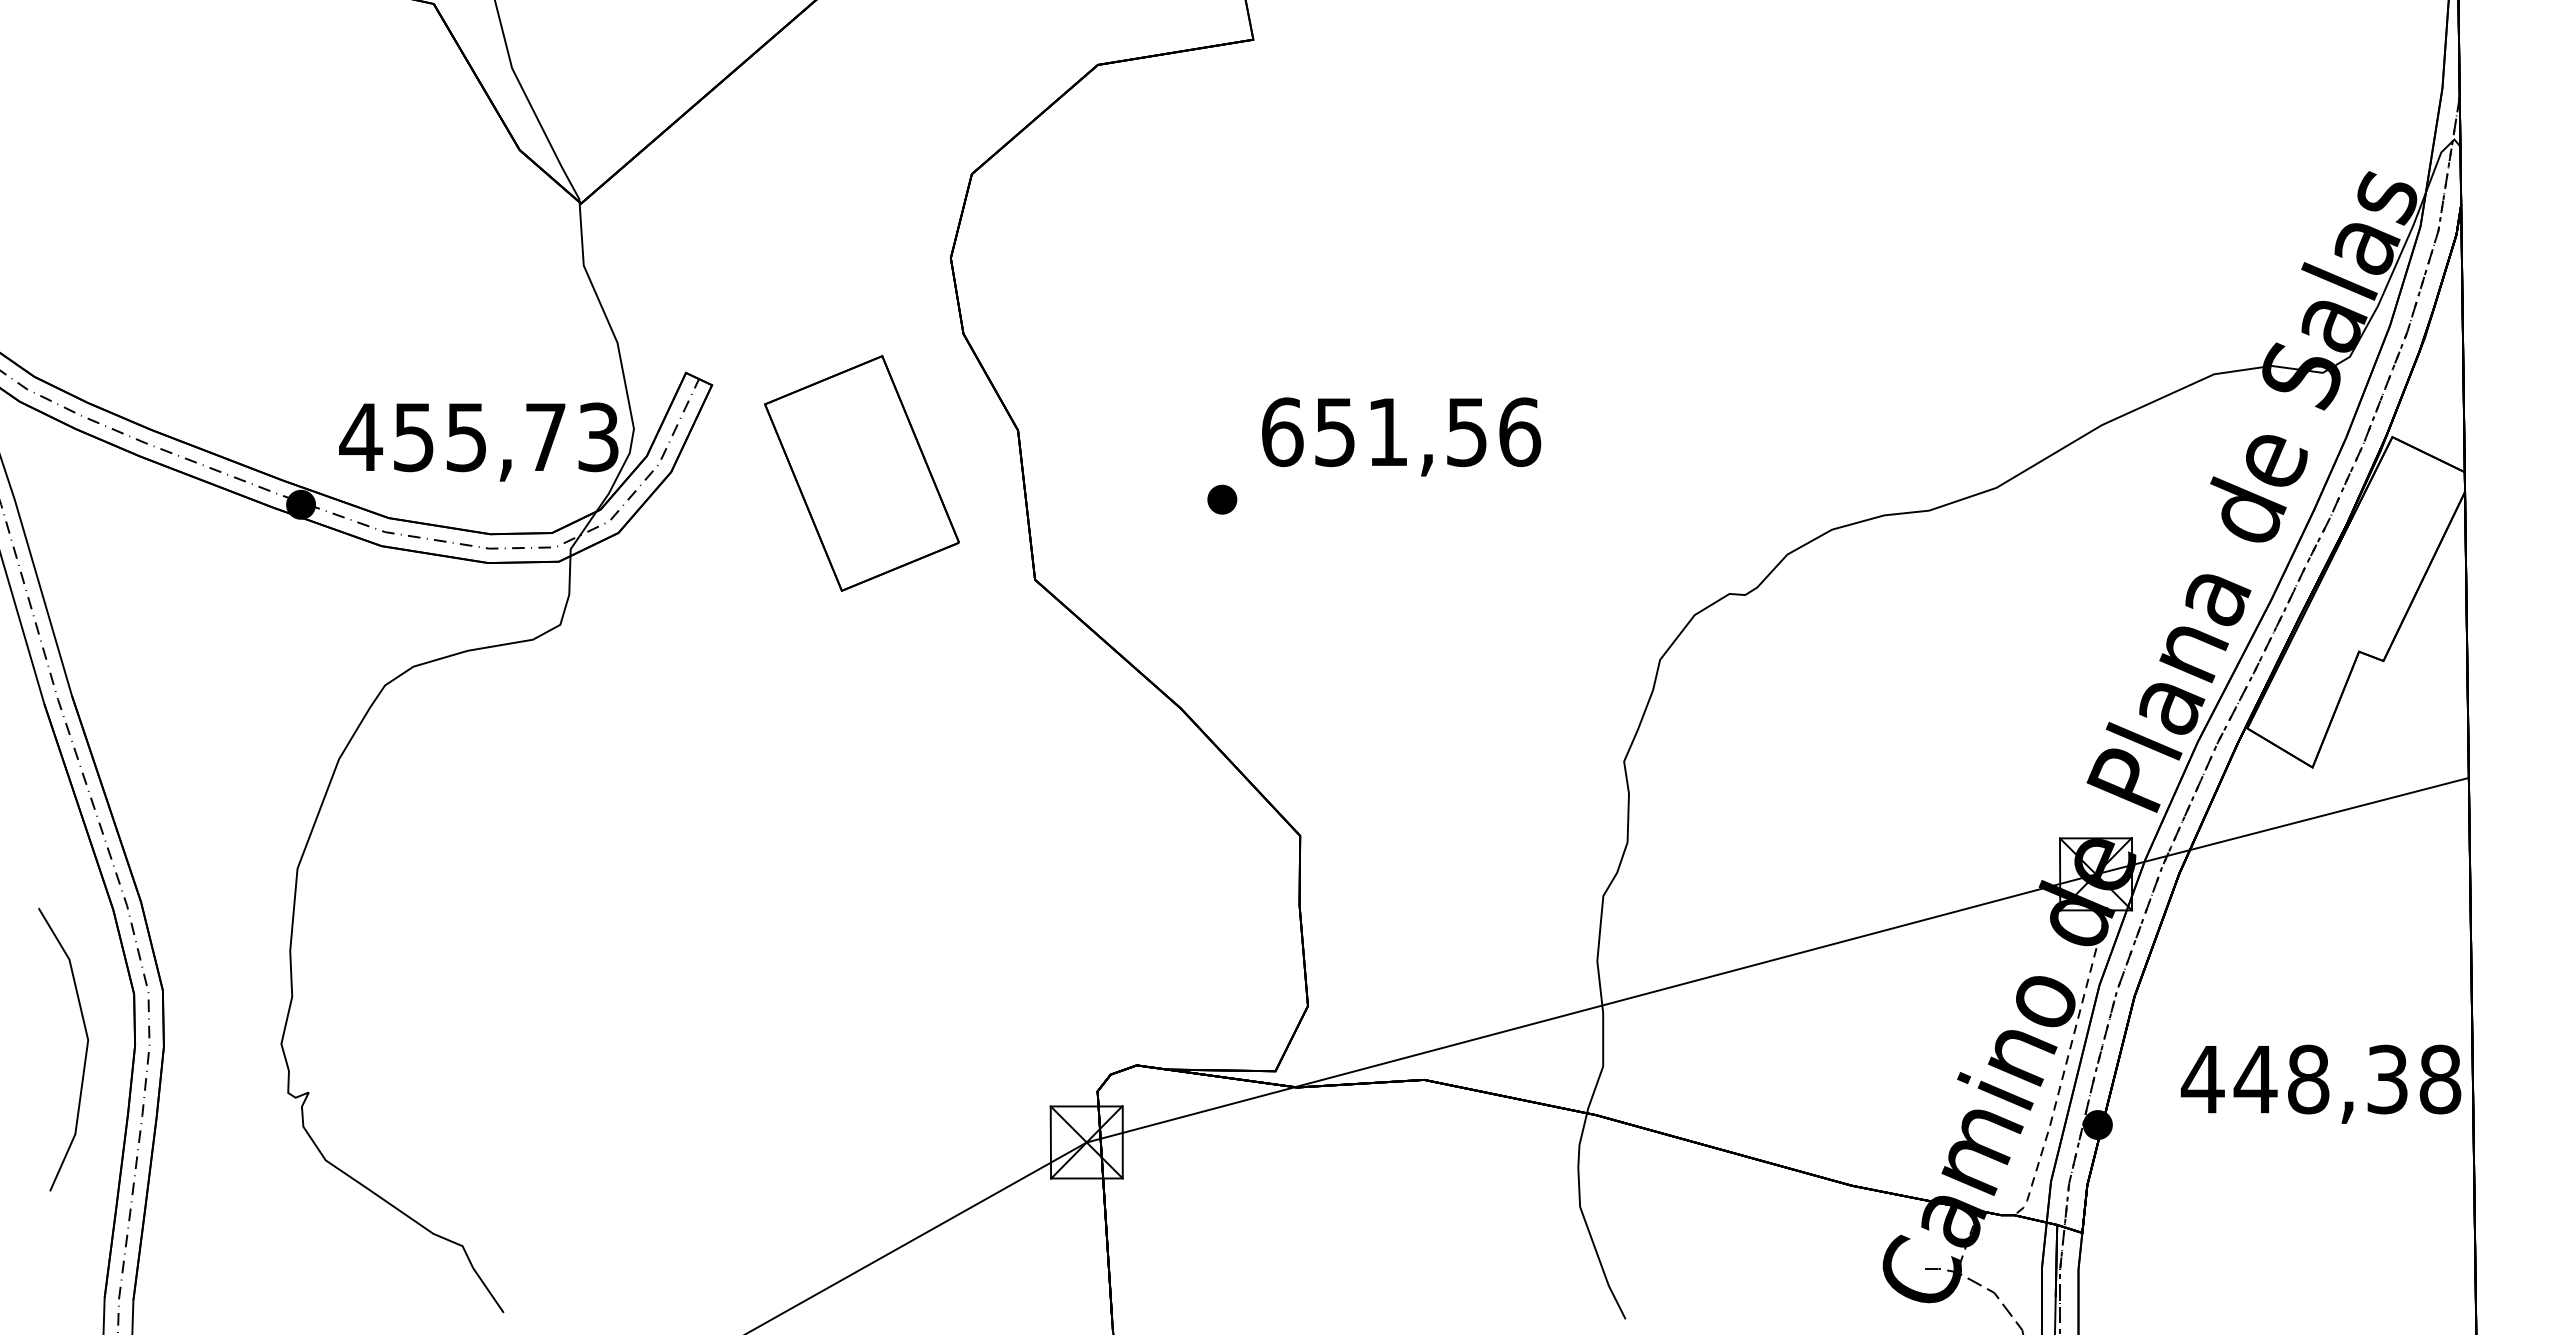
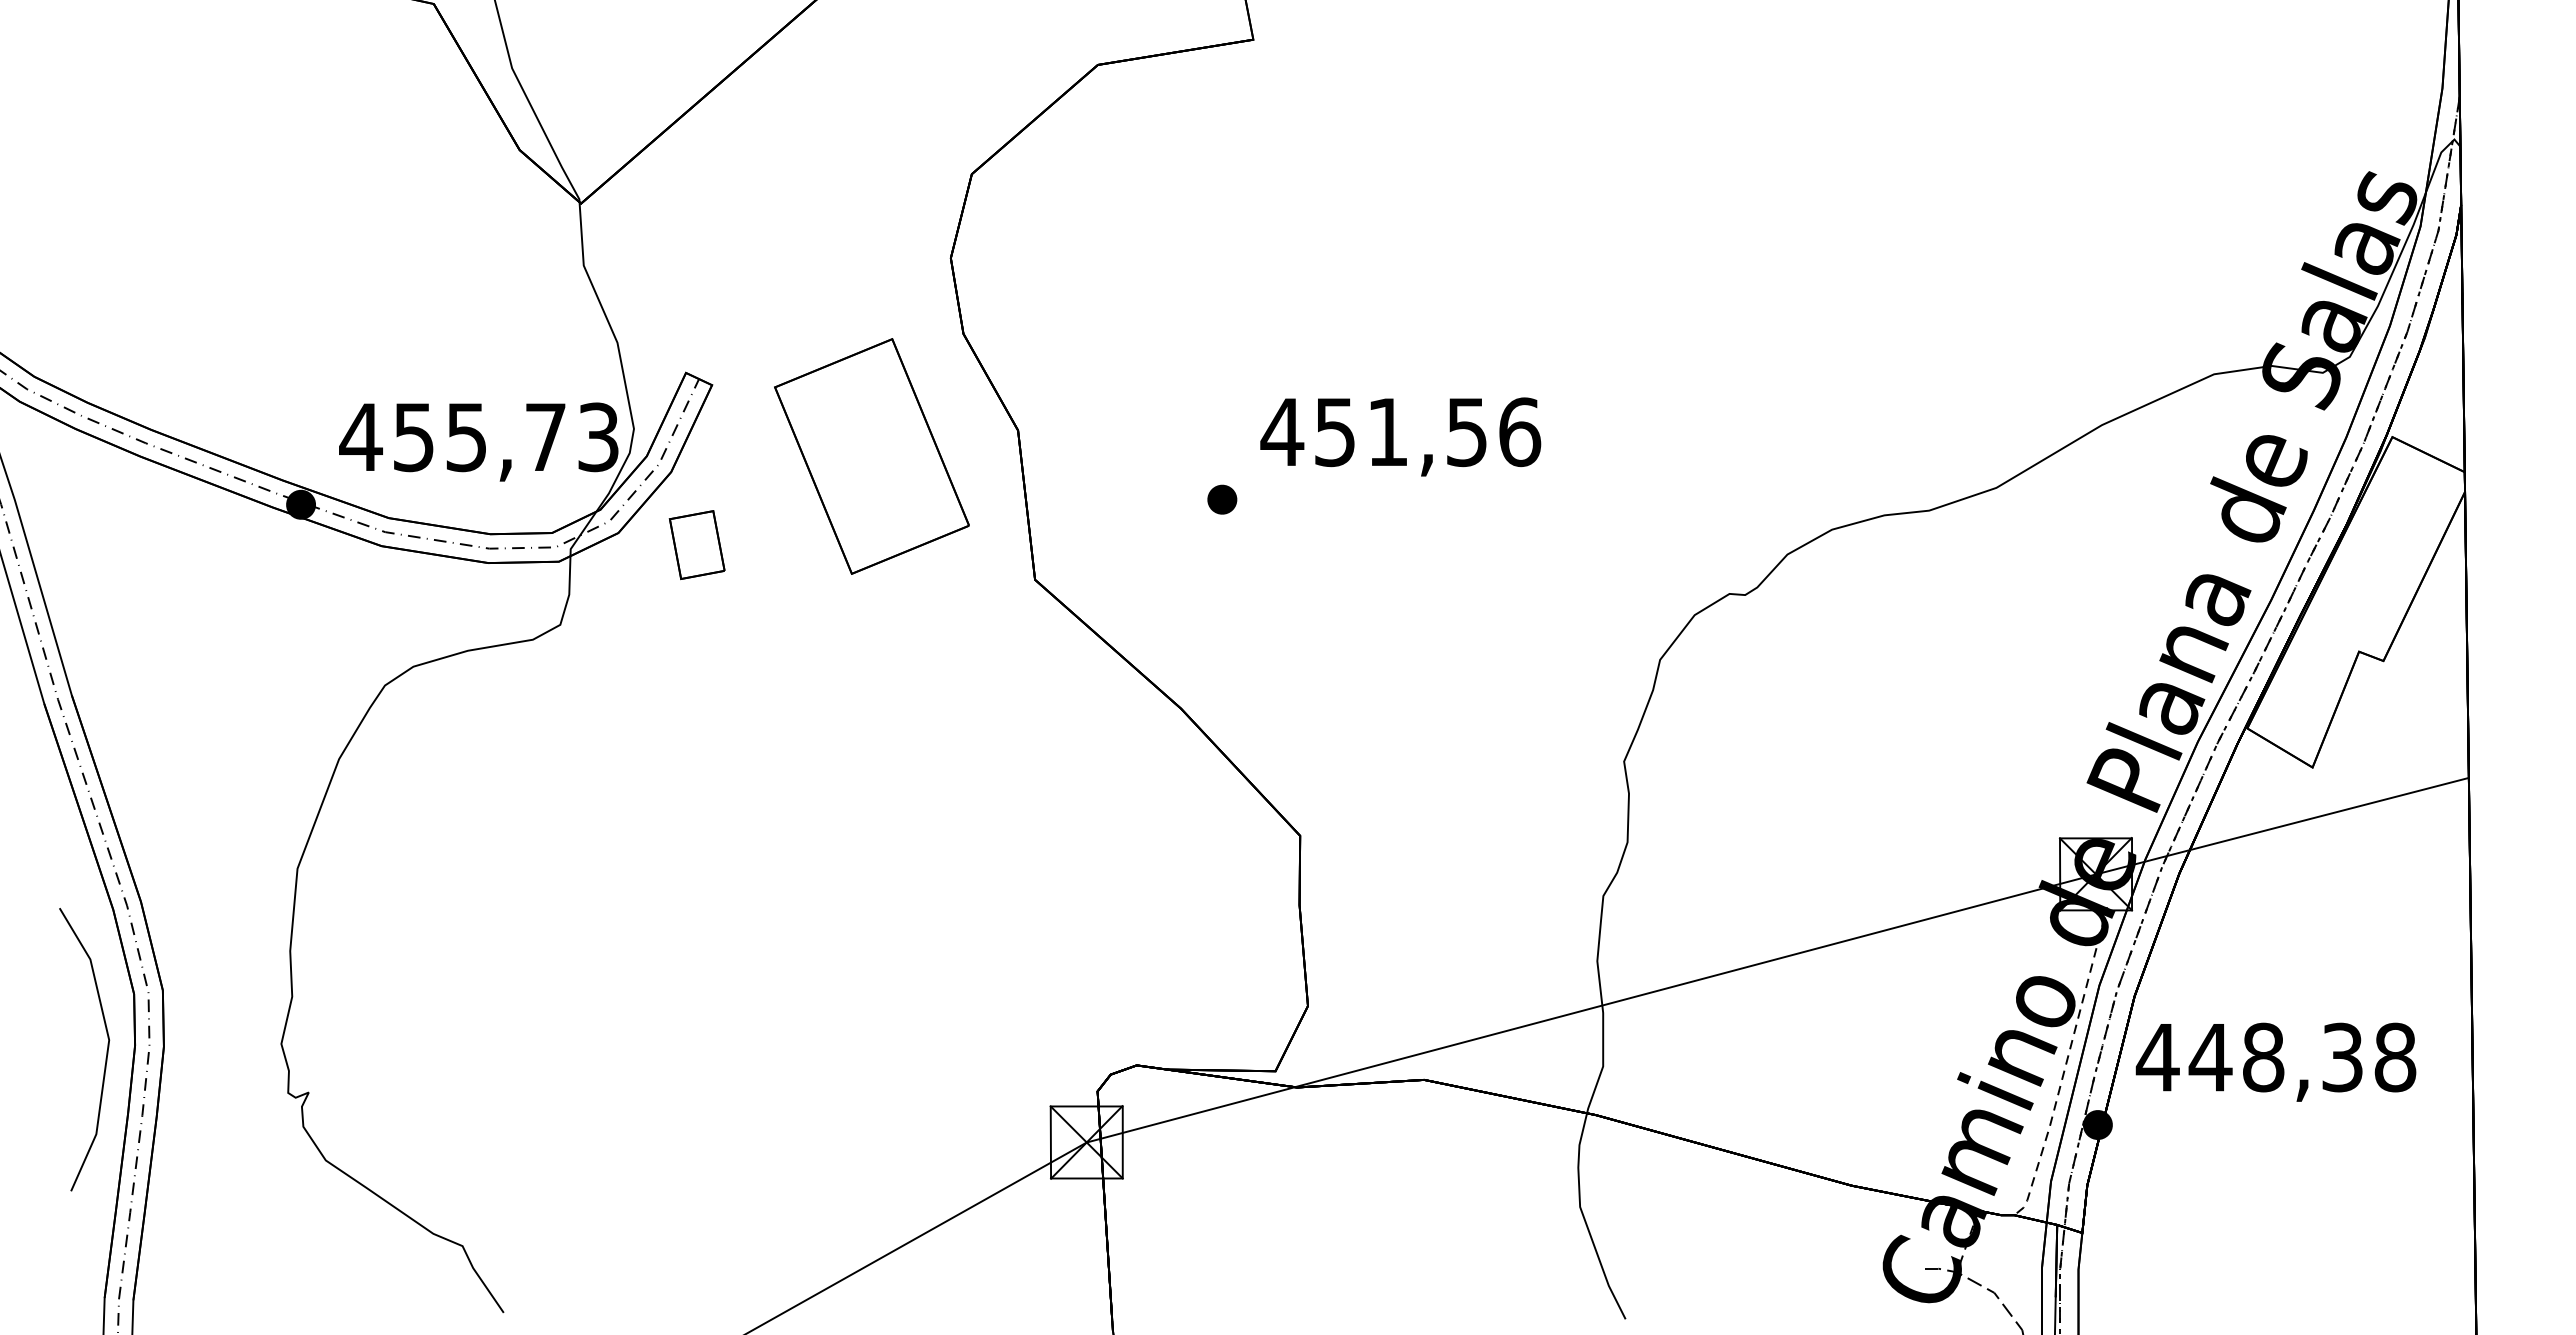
text at (1282, 432): 651,56 -> 451,56
part at (861, 473) position: (861, 473) -> (871, 456)
part at (696, 544): none -> present
line at (85, 1050) position: (85, 1050) -> (106, 1050)
text at (2320, 1083) position: (2320, 1083) -> (2275, 1061)
